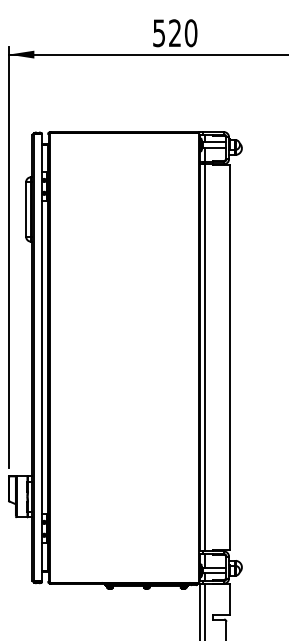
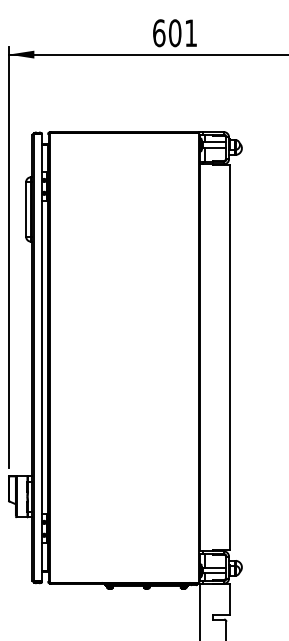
text at (175, 33): 520 -> 601
line at (205, 357): present -> none
line at (205, 610): present -> none
